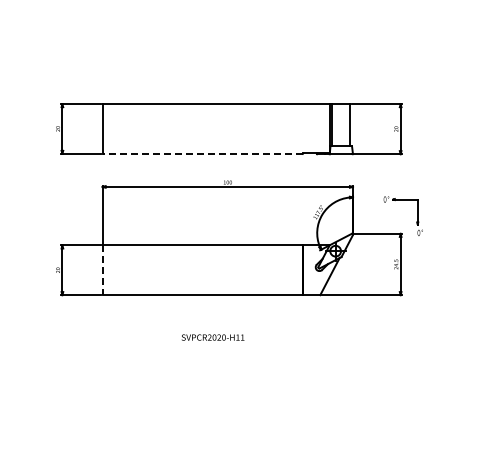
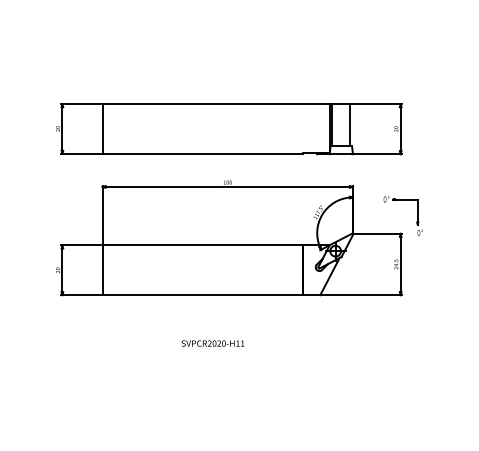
line at (202, 153): dashed -> solid
line at (102, 270): dashed -> solid
text at (212, 337) position: (212, 337) -> (212, 343)
